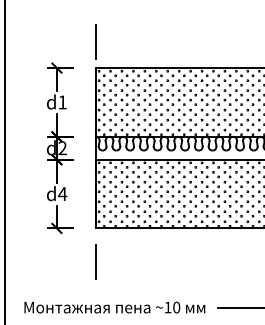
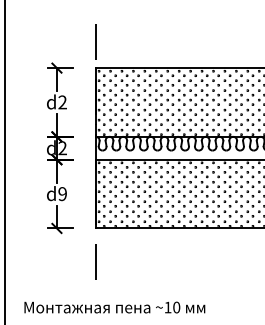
text at (62, 102): d1 -> d2
text at (62, 194): d4 -> d9
line at (239, 307): present -> none
